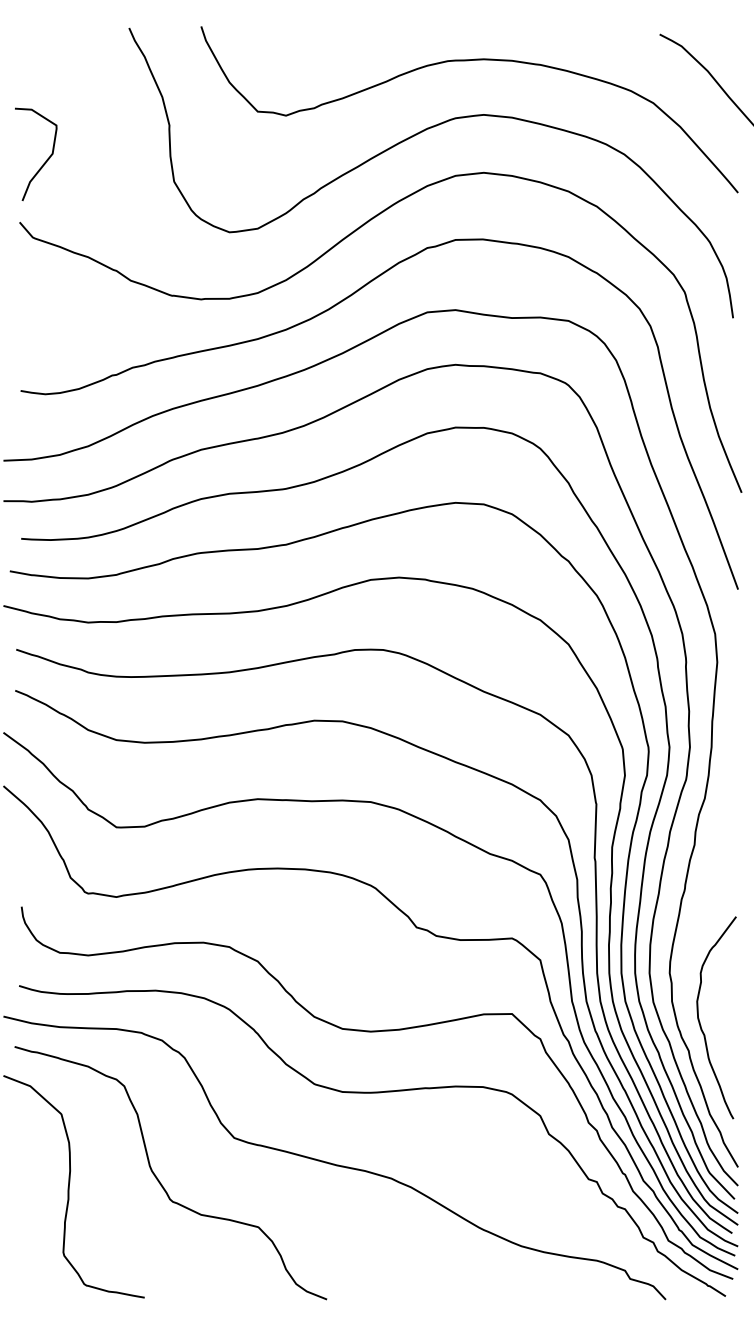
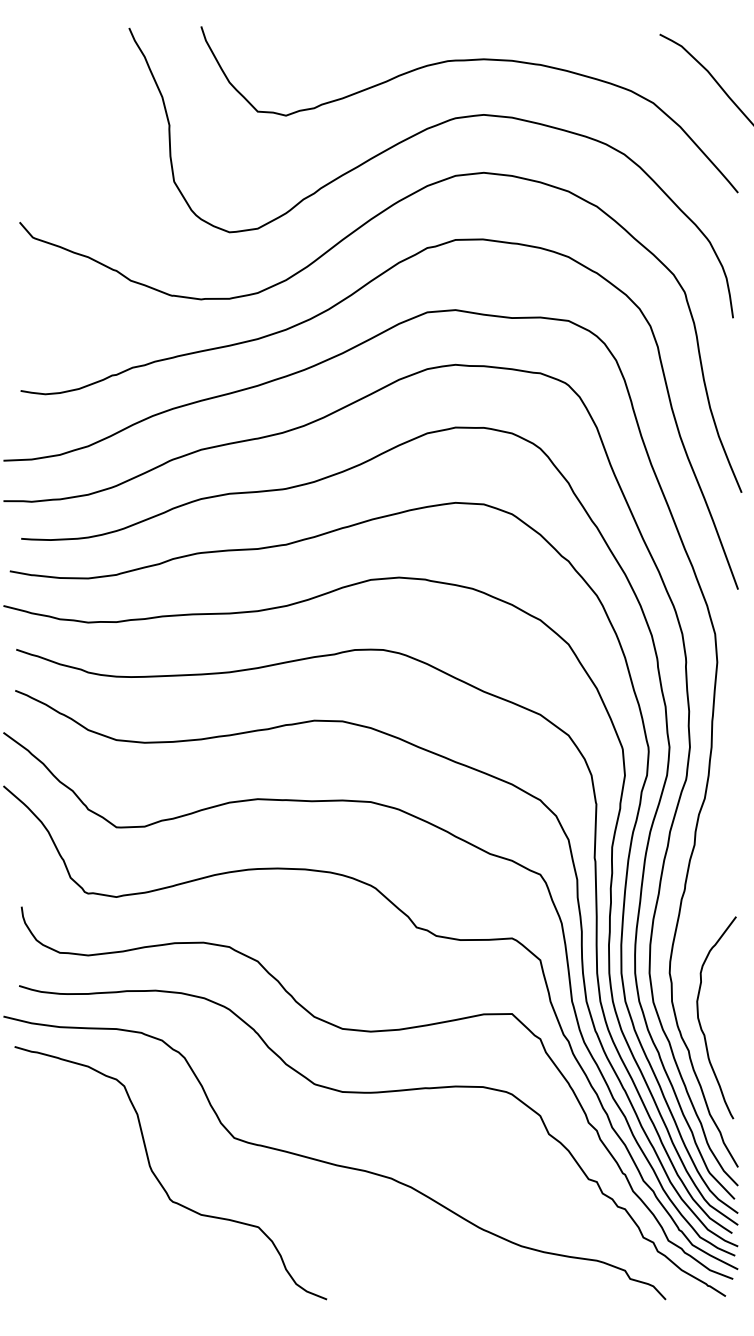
curve at (46, 159): present -> none
curve at (69, 1186): present -> none
